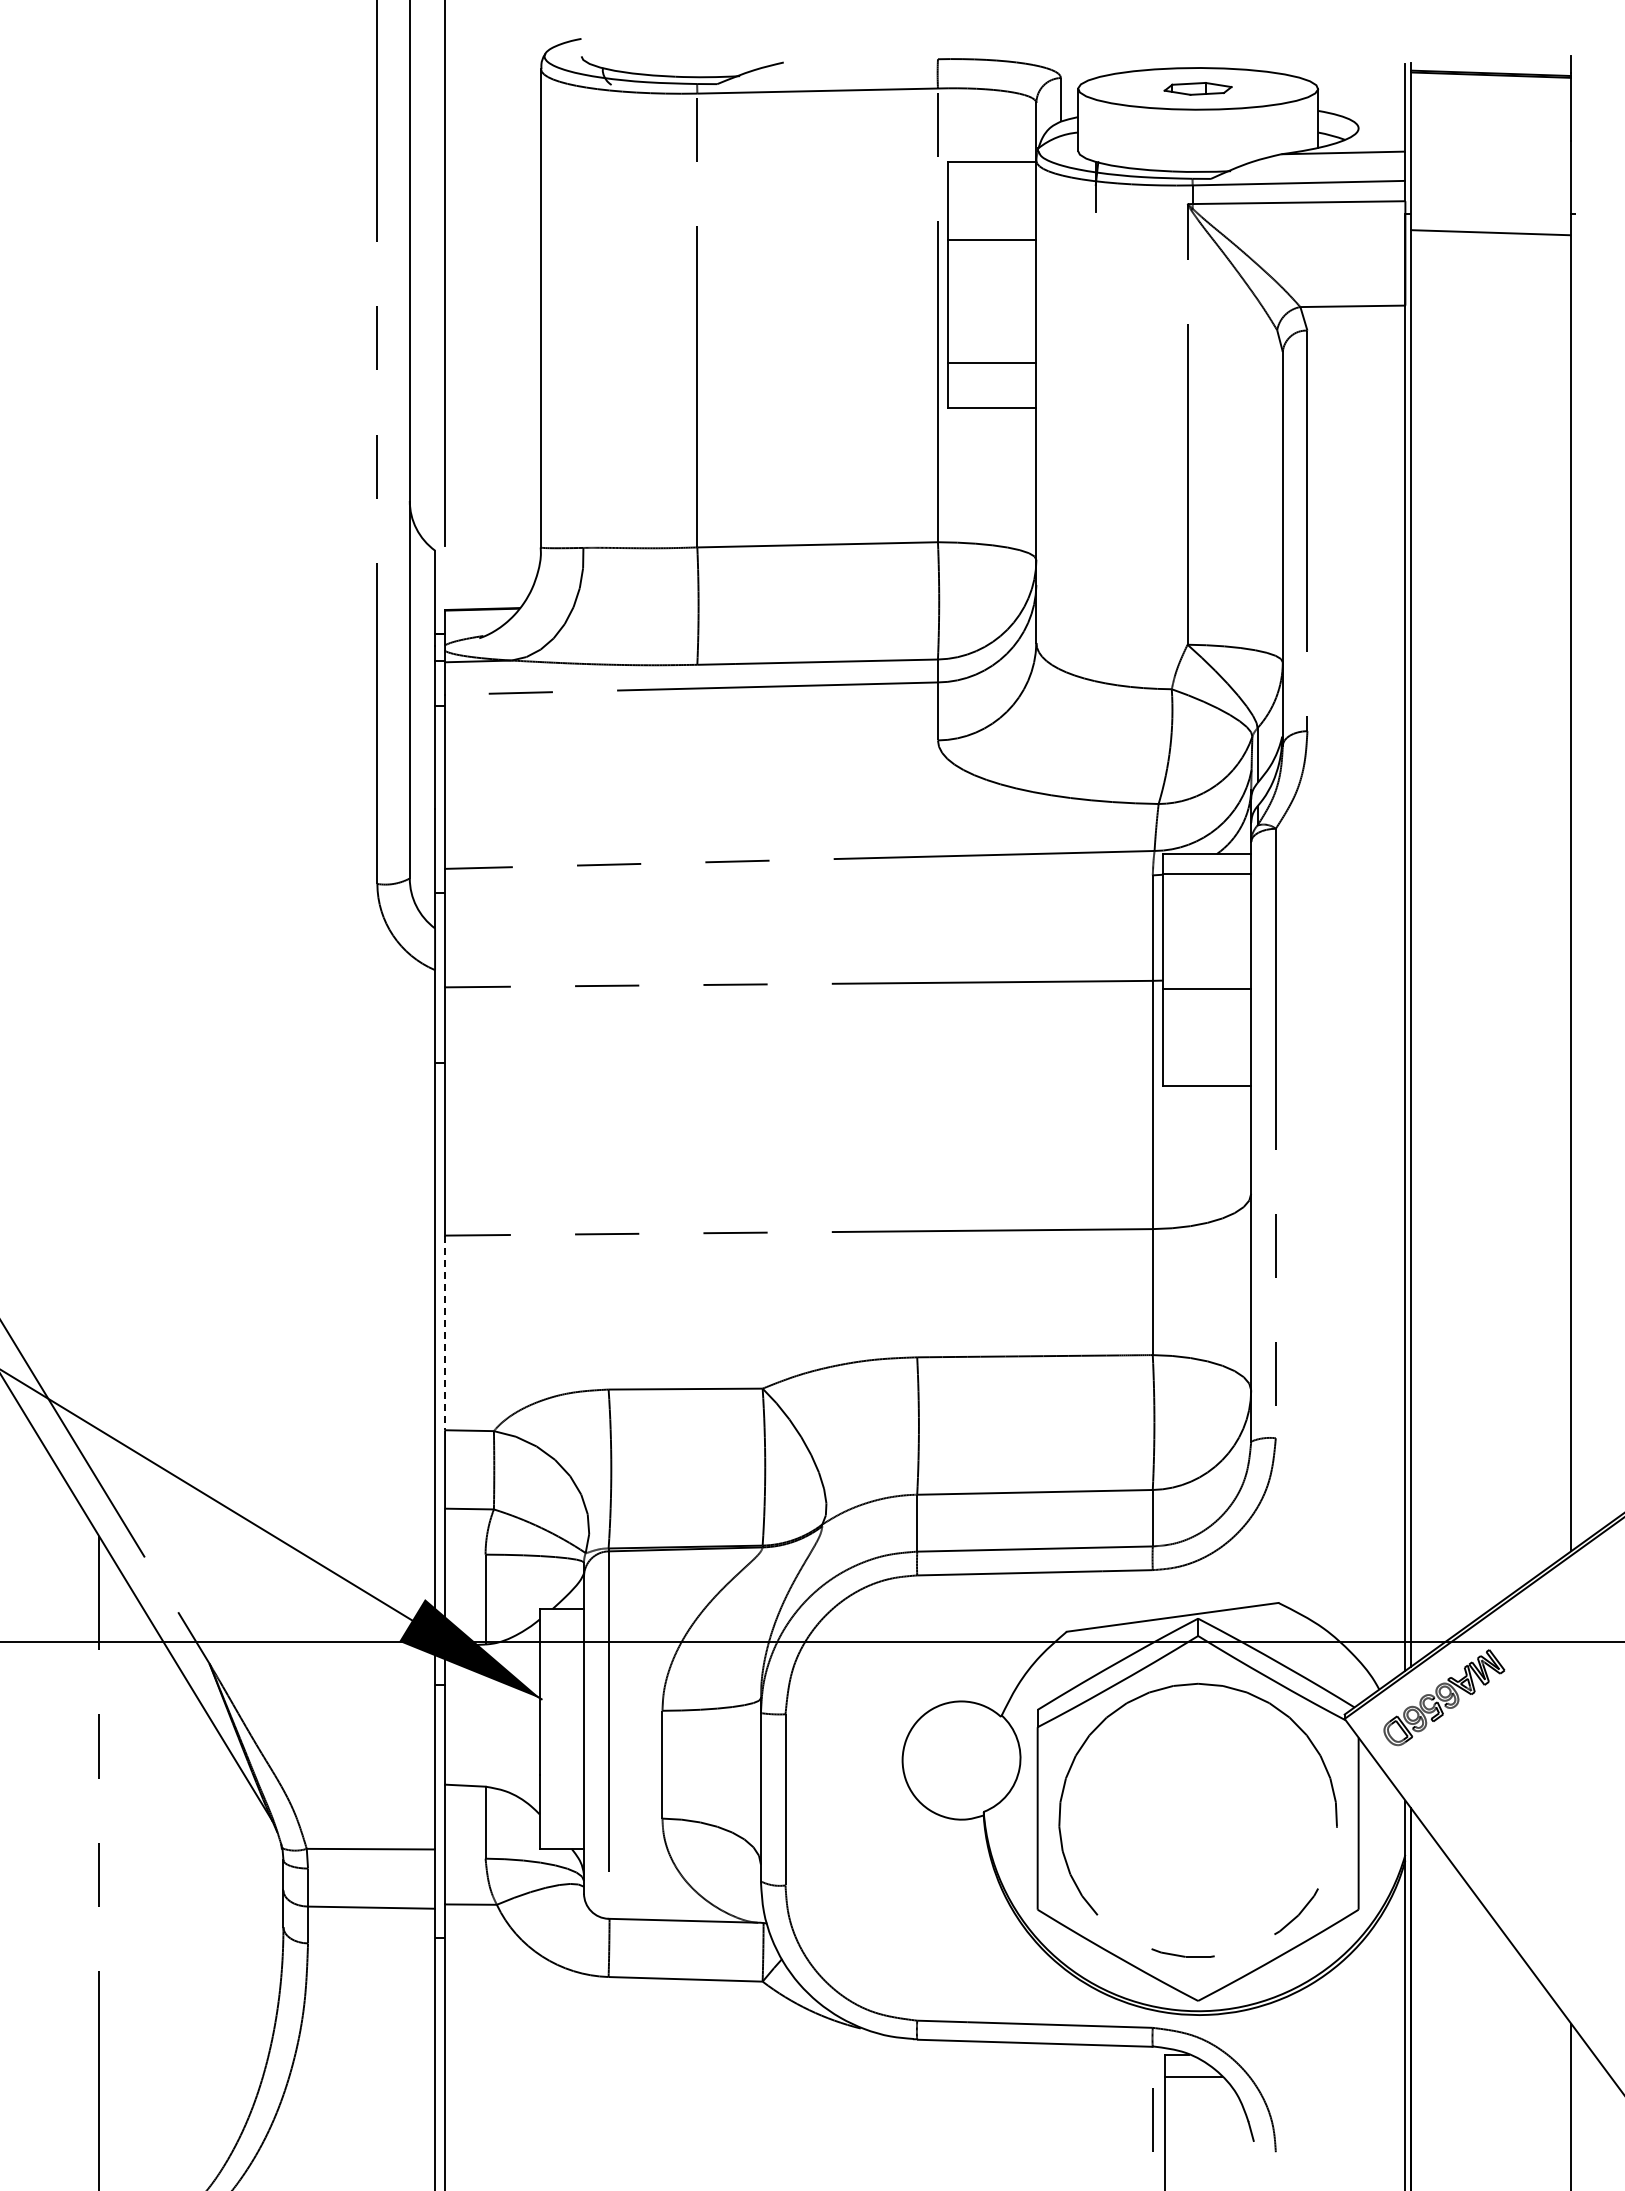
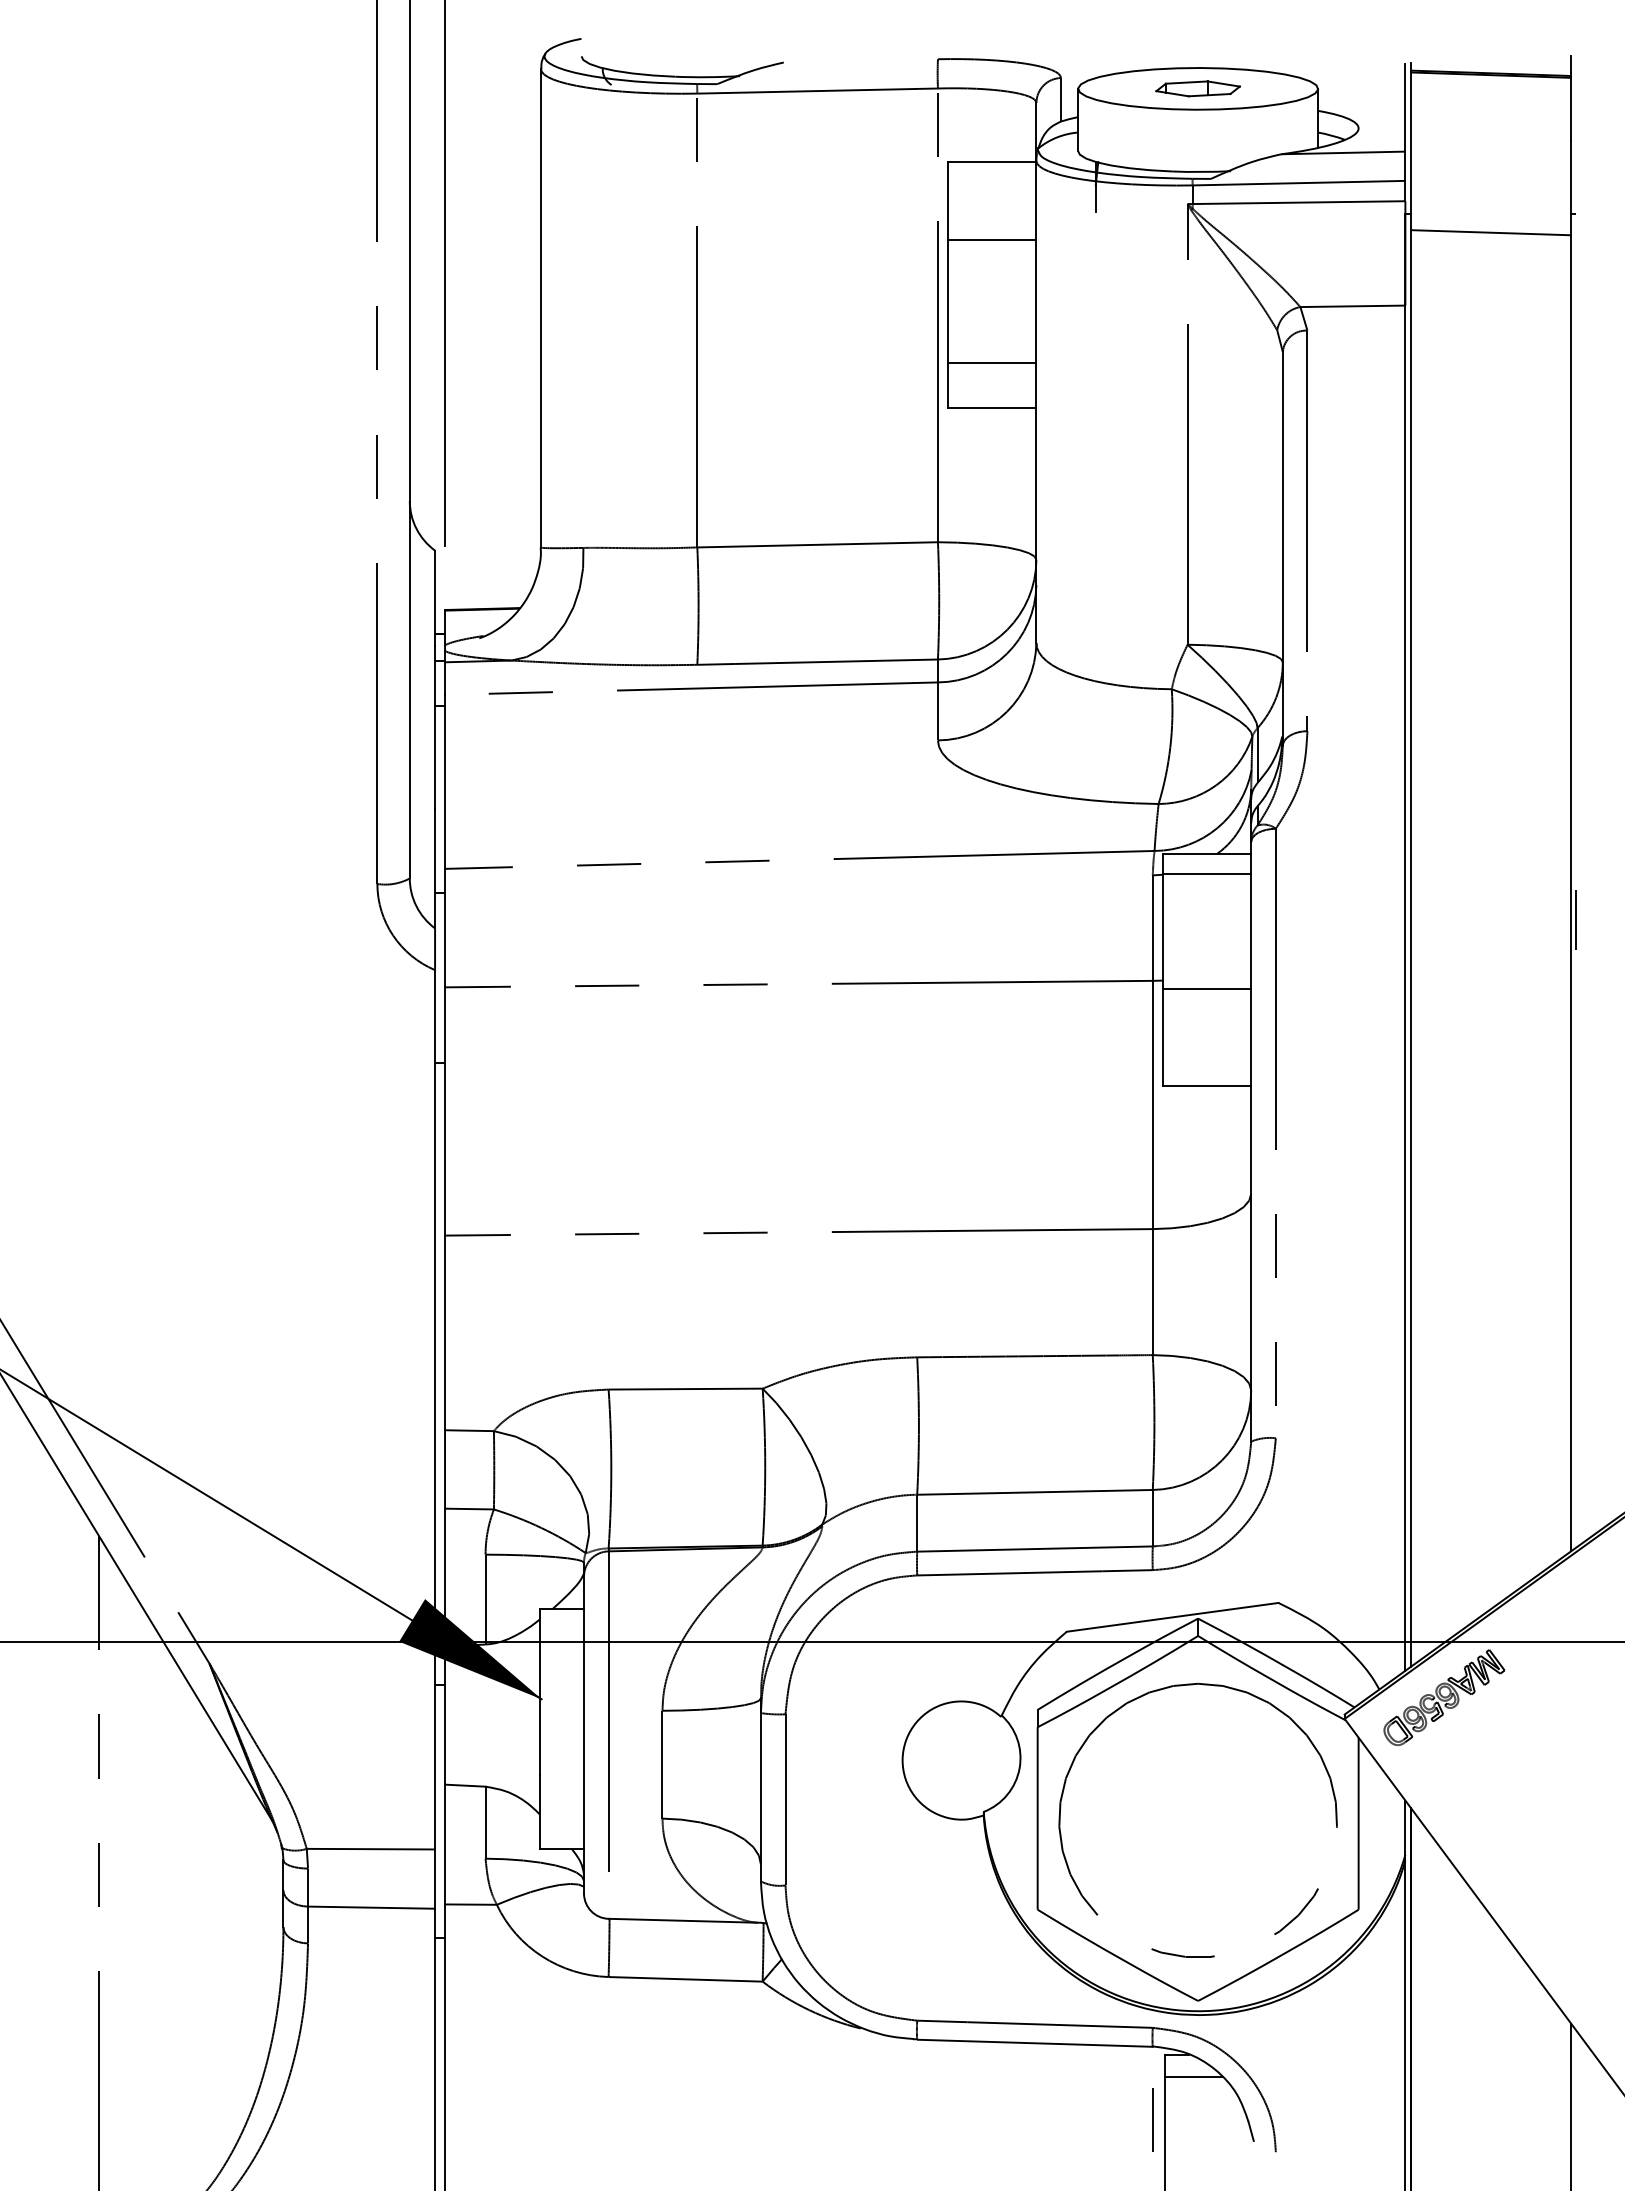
part at (1197, 88) size: 70x14 px -> 86x18 px
line at (1576, 919): none -> present
line at (445, 1333): dashed -> solid
